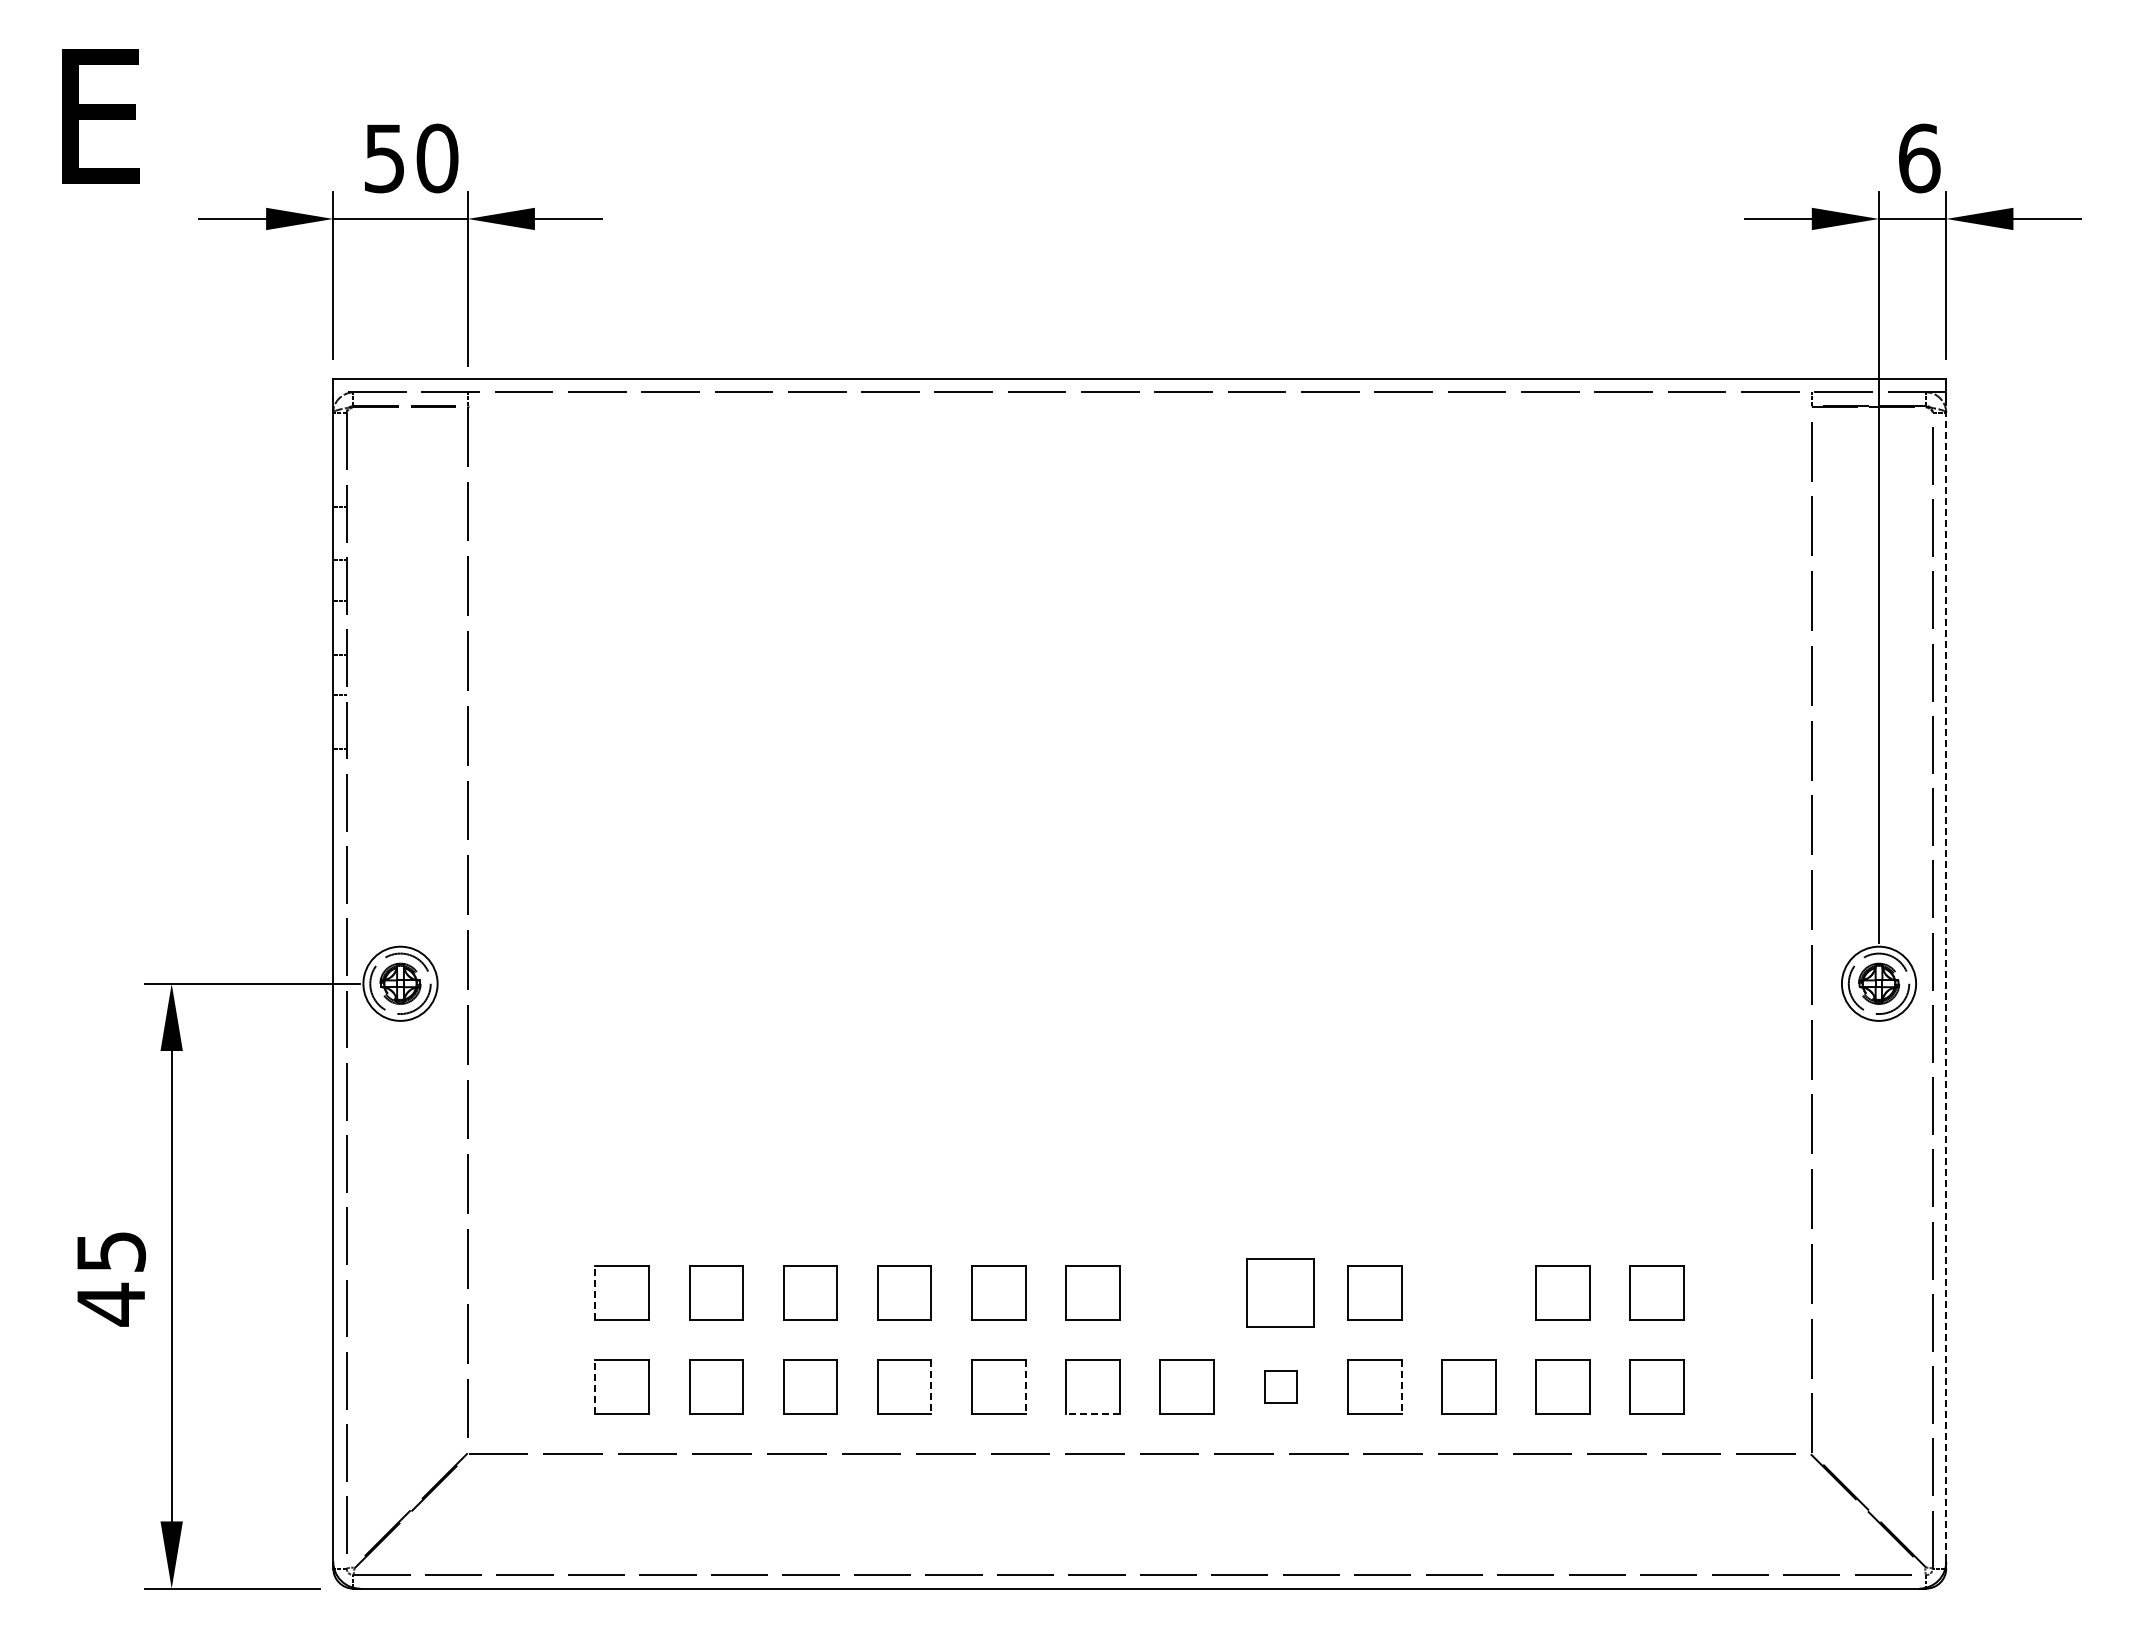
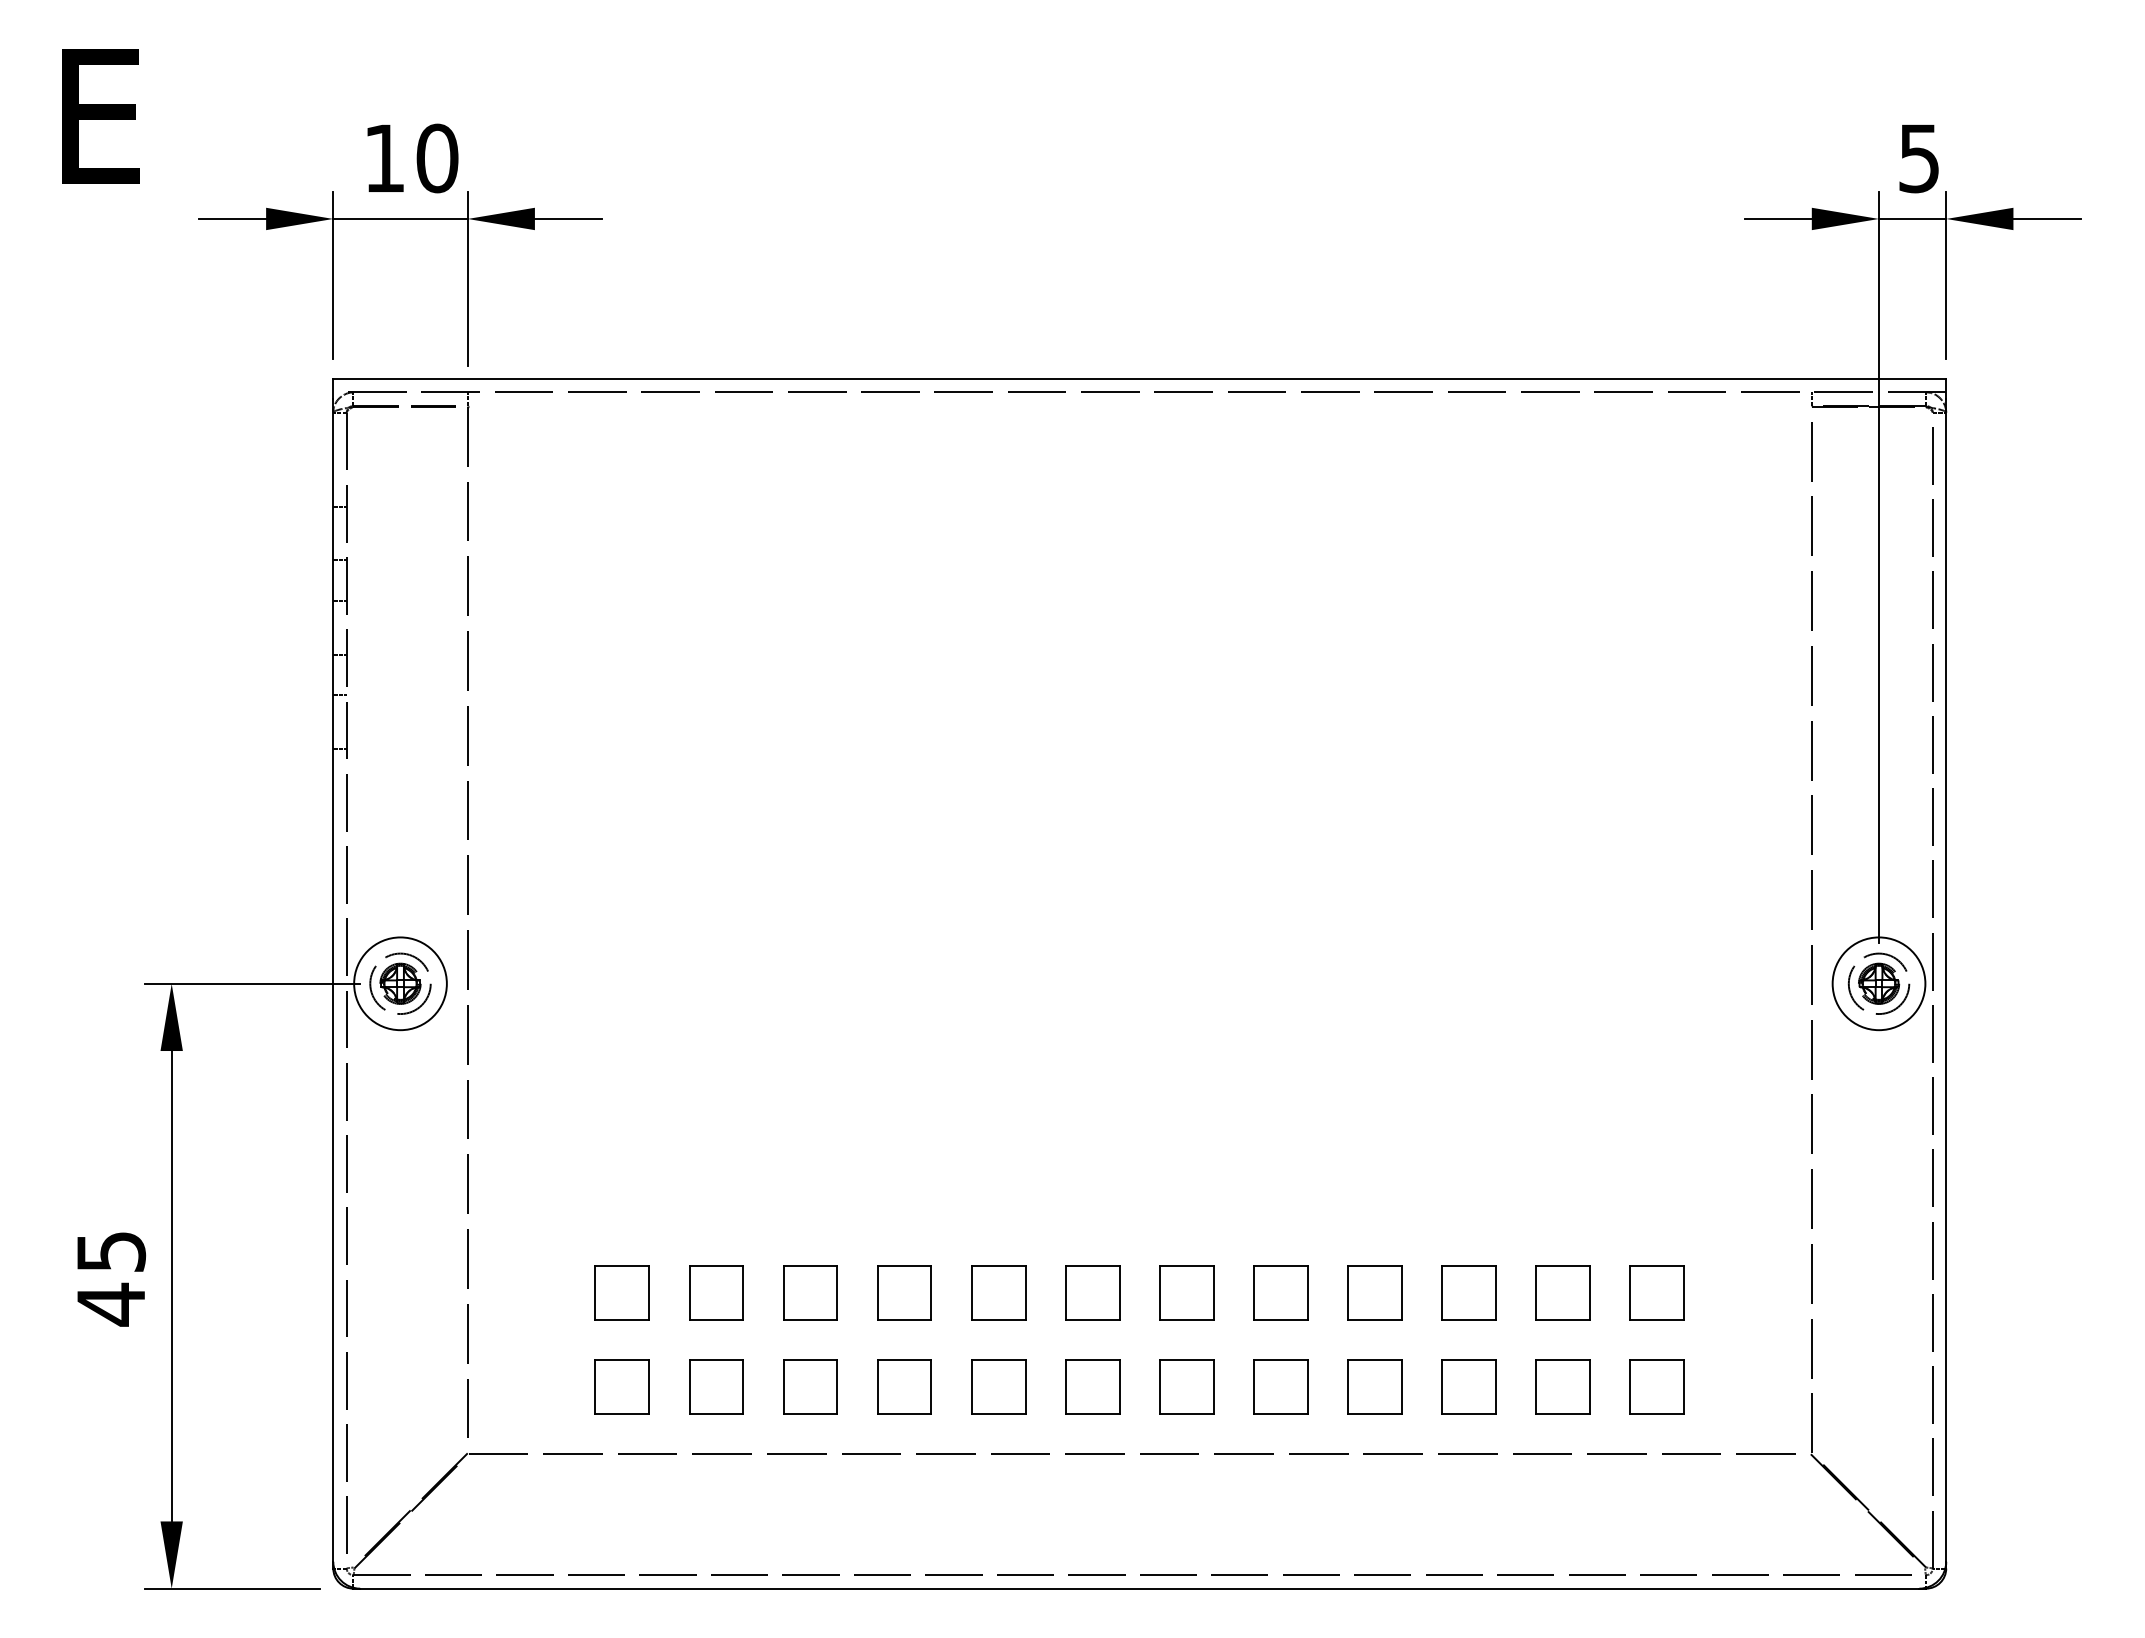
text at (384, 158): 50 -> 10
text at (1919, 158): 6 -> 5
line at (1946, 980): dashed -> solid
circle at (400, 983) diameter: 74 px -> 93 px
circle at (1878, 983) diameter: 74 px -> 93 px
line at (595, 1292): dashed -> solid
part at (1186, 1292): none -> present
part at (1280, 1292) size: 69x70 px -> 56x56 px
part at (1468, 1292): none -> present
part at (1280, 1386) size: 34x34 px -> 56x56 px
line at (595, 1387): dashed -> solid
line at (931, 1387): dashed -> solid
line at (1025, 1387): dashed -> solid
line at (1401, 1387): dashed -> solid
line at (1092, 1413): dashed -> solid
